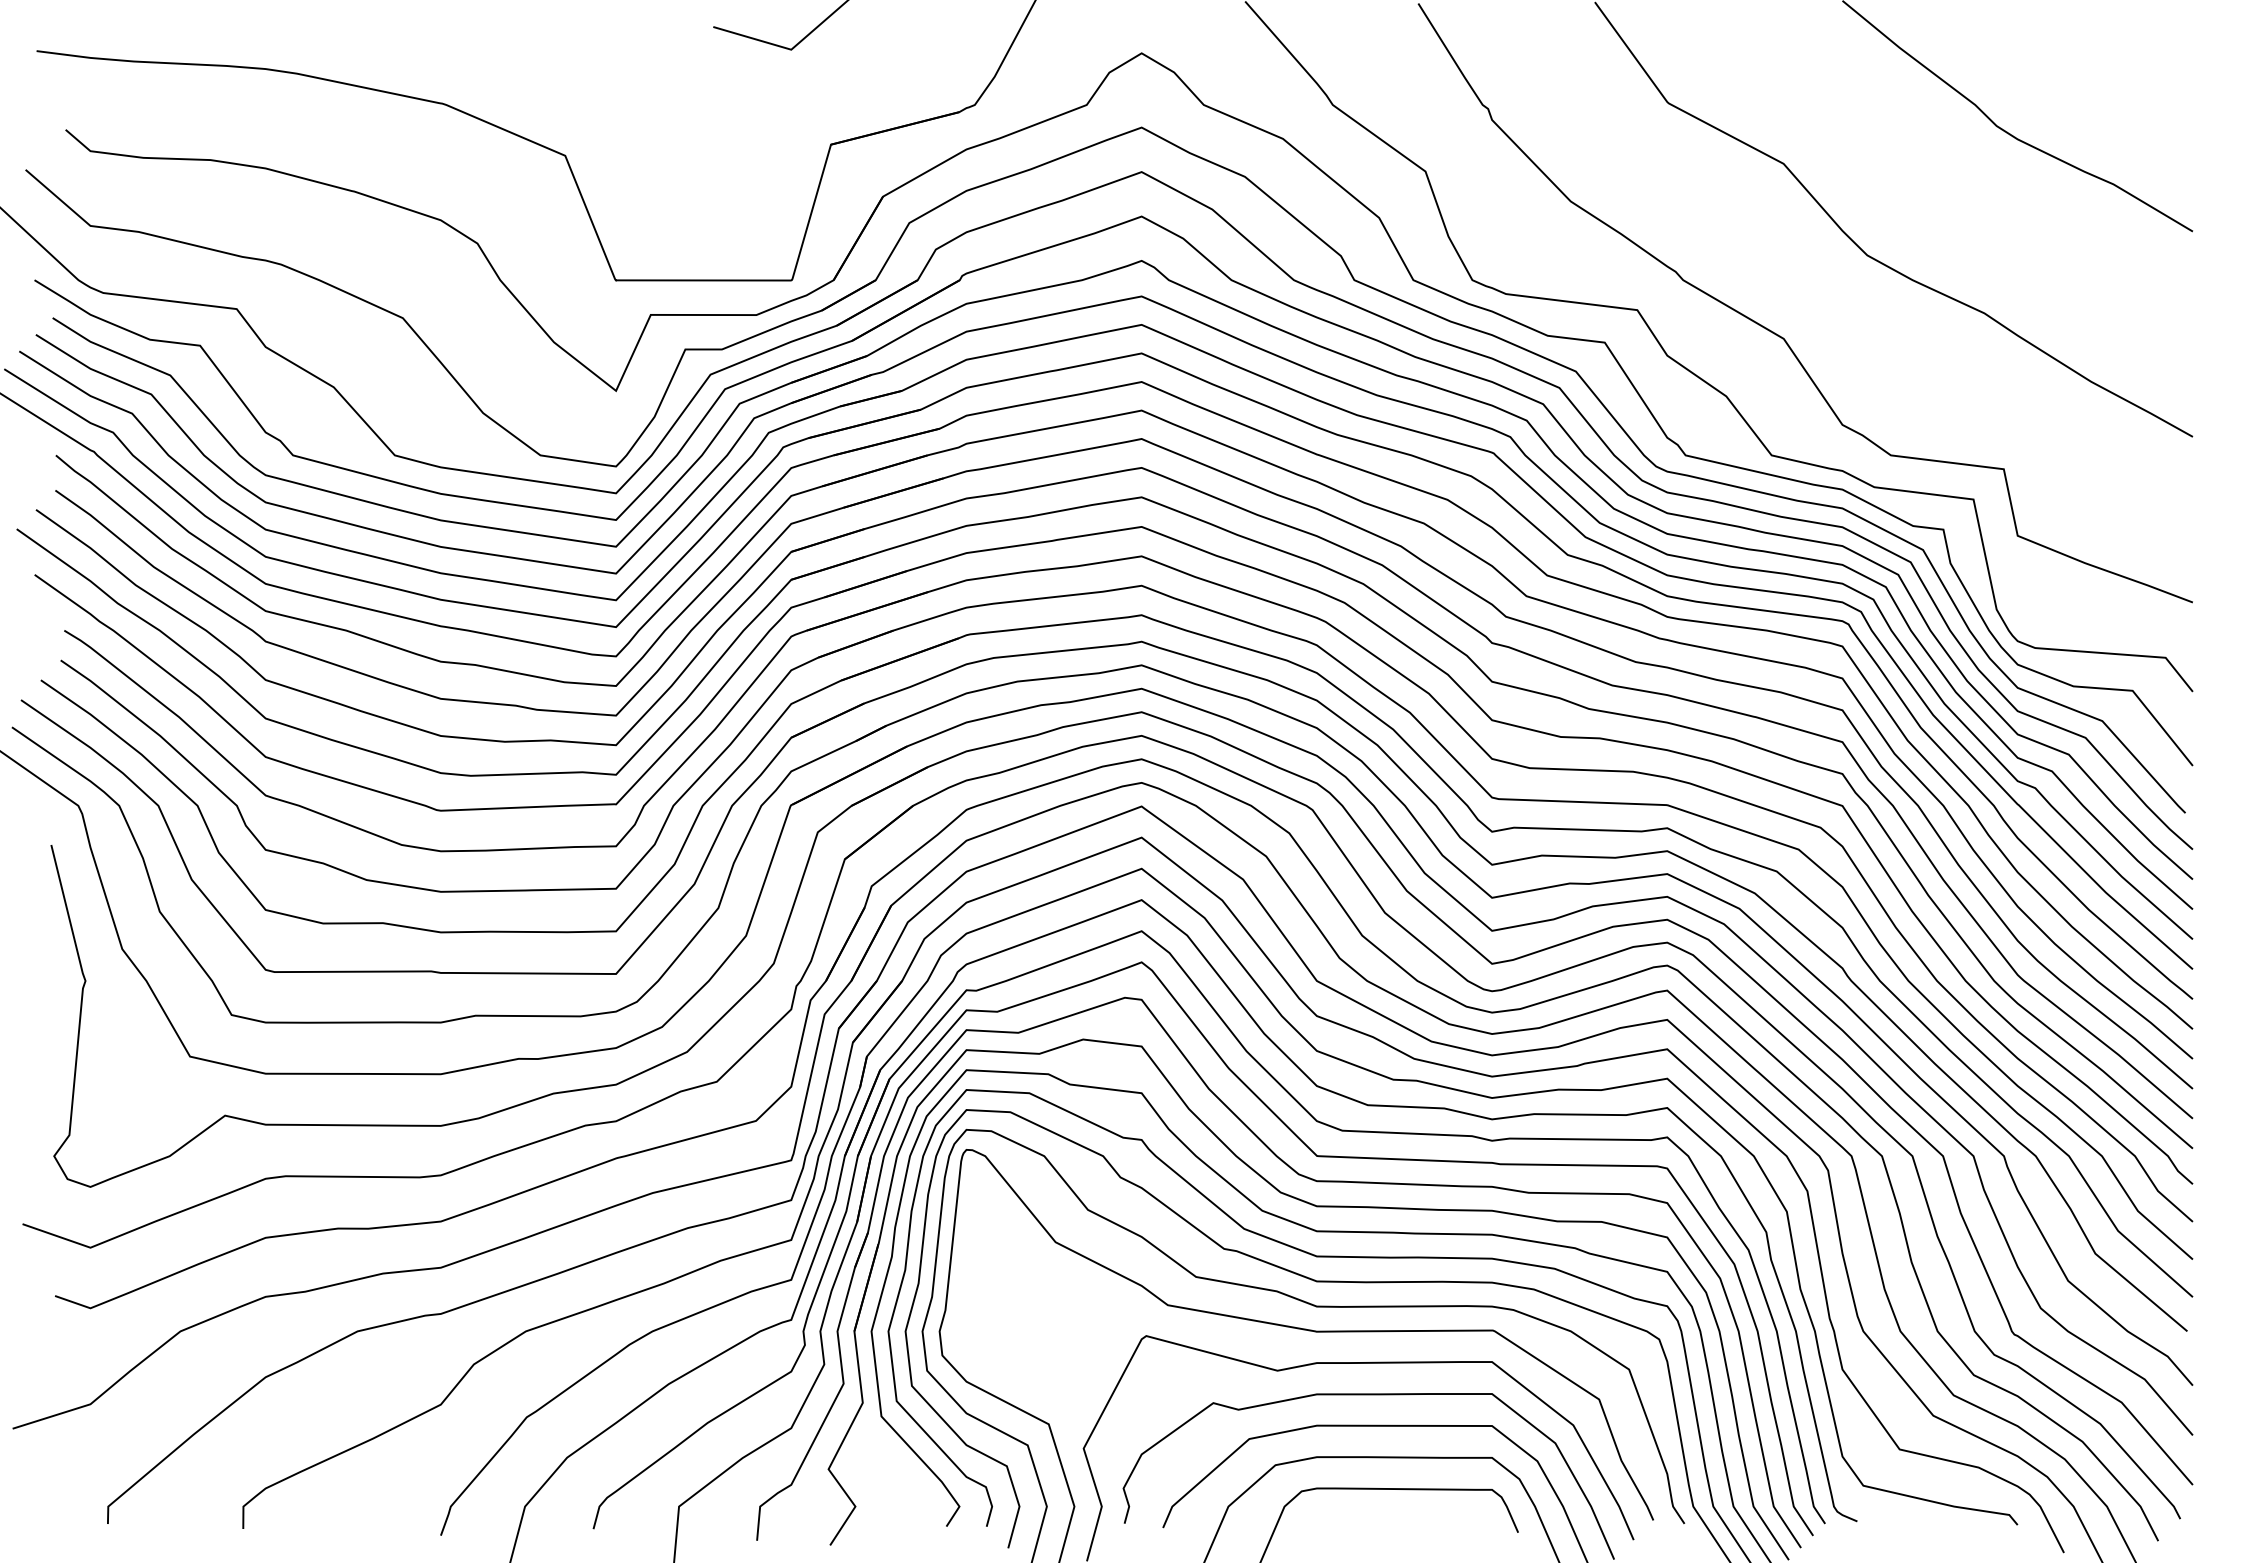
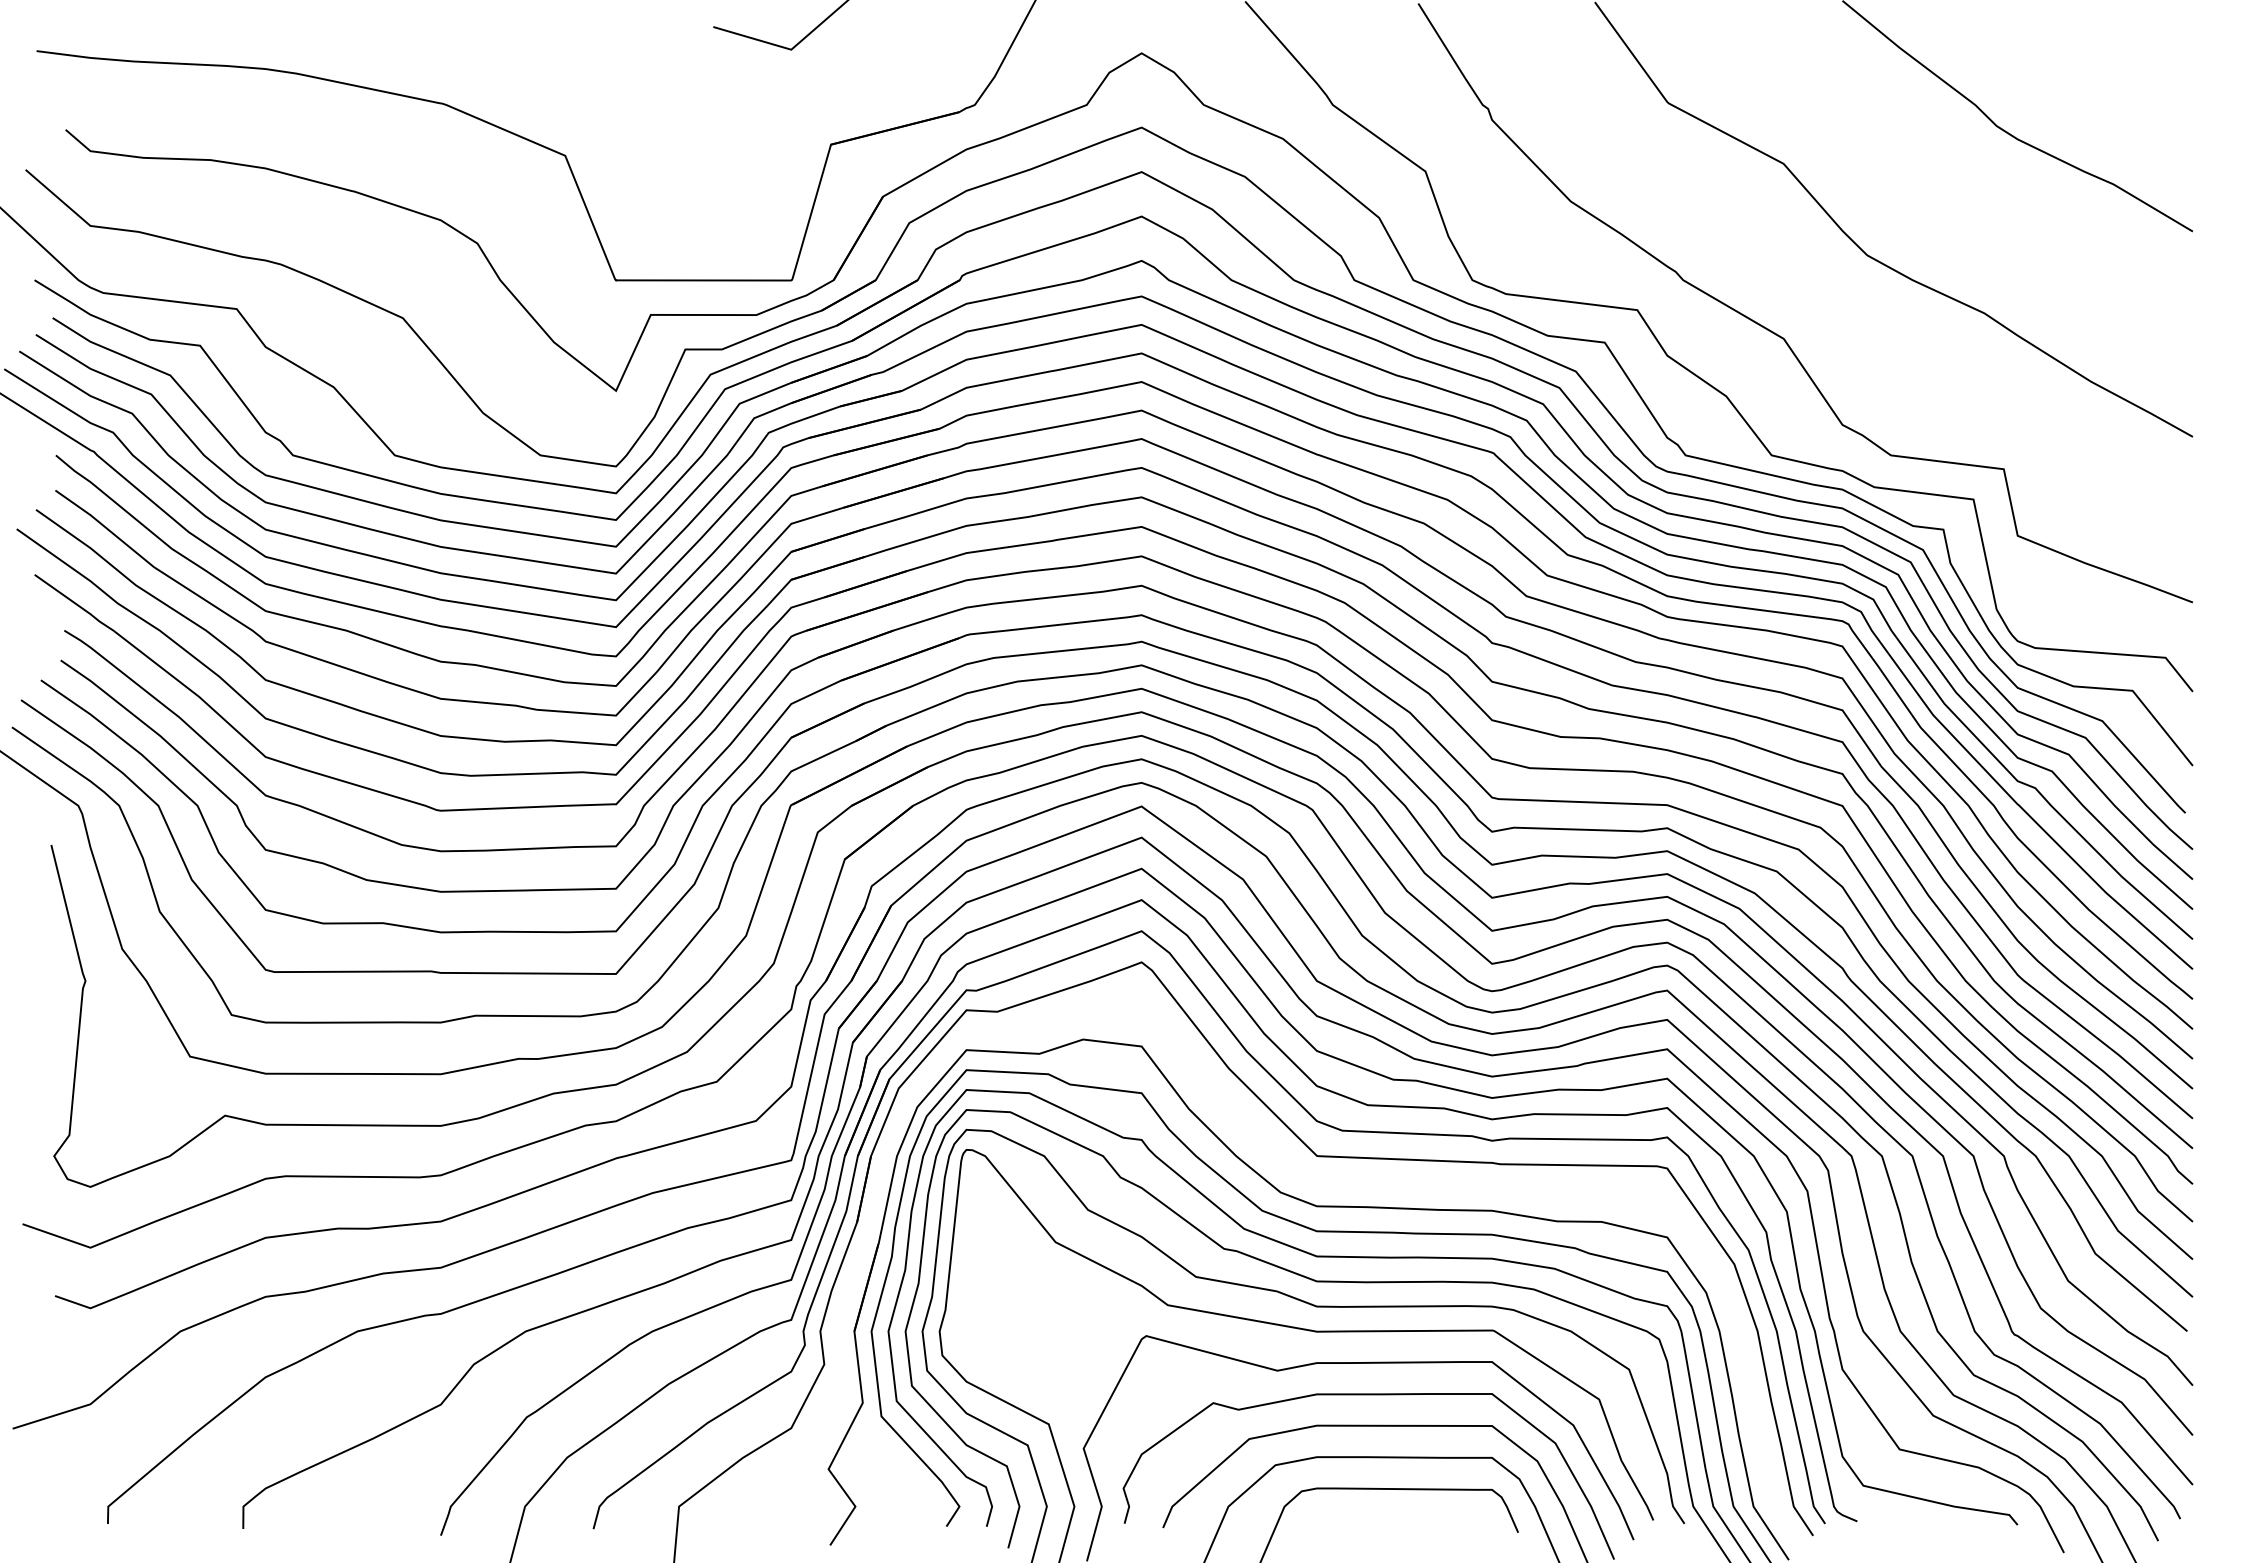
part at (1311, 1180): present -> none
